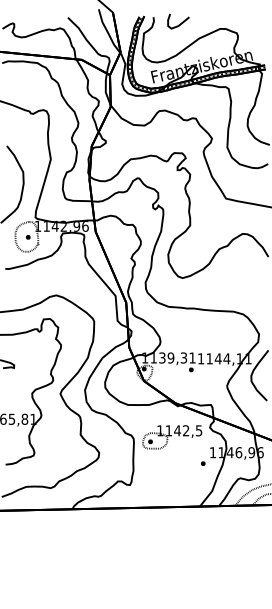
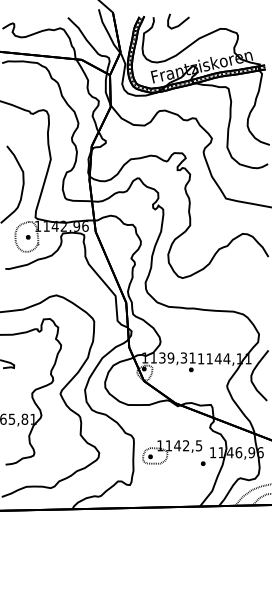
part at (172, 437) position: (172, 437) -> (172, 452)
